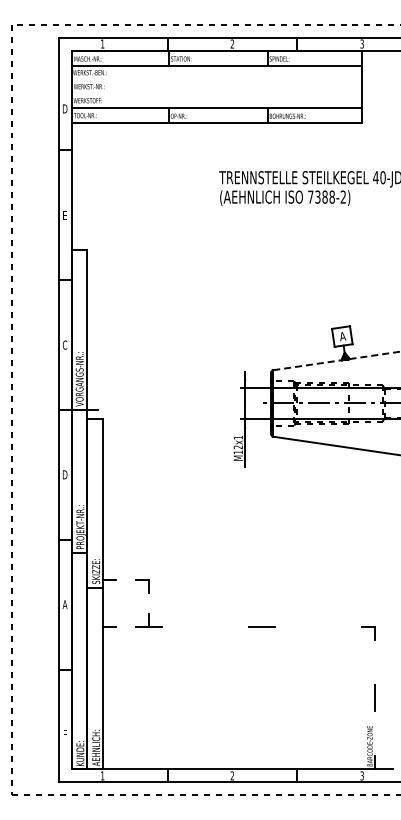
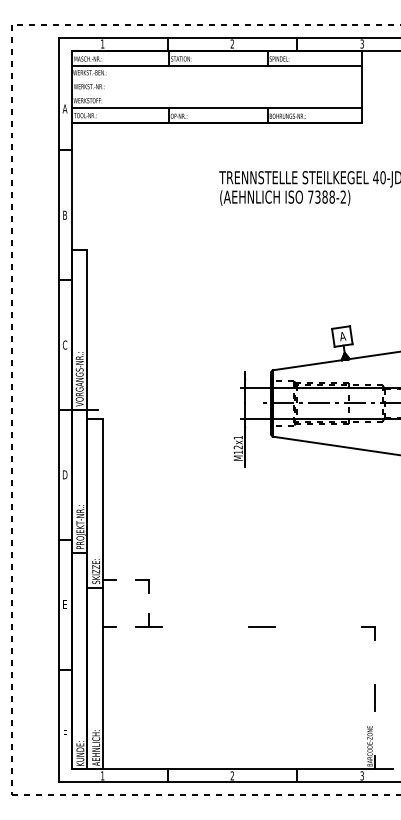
text at (64, 108): D -> A
text at (64, 214): E -> B
line at (337, 360): dashed -> solid
text at (64, 604): A -> E
